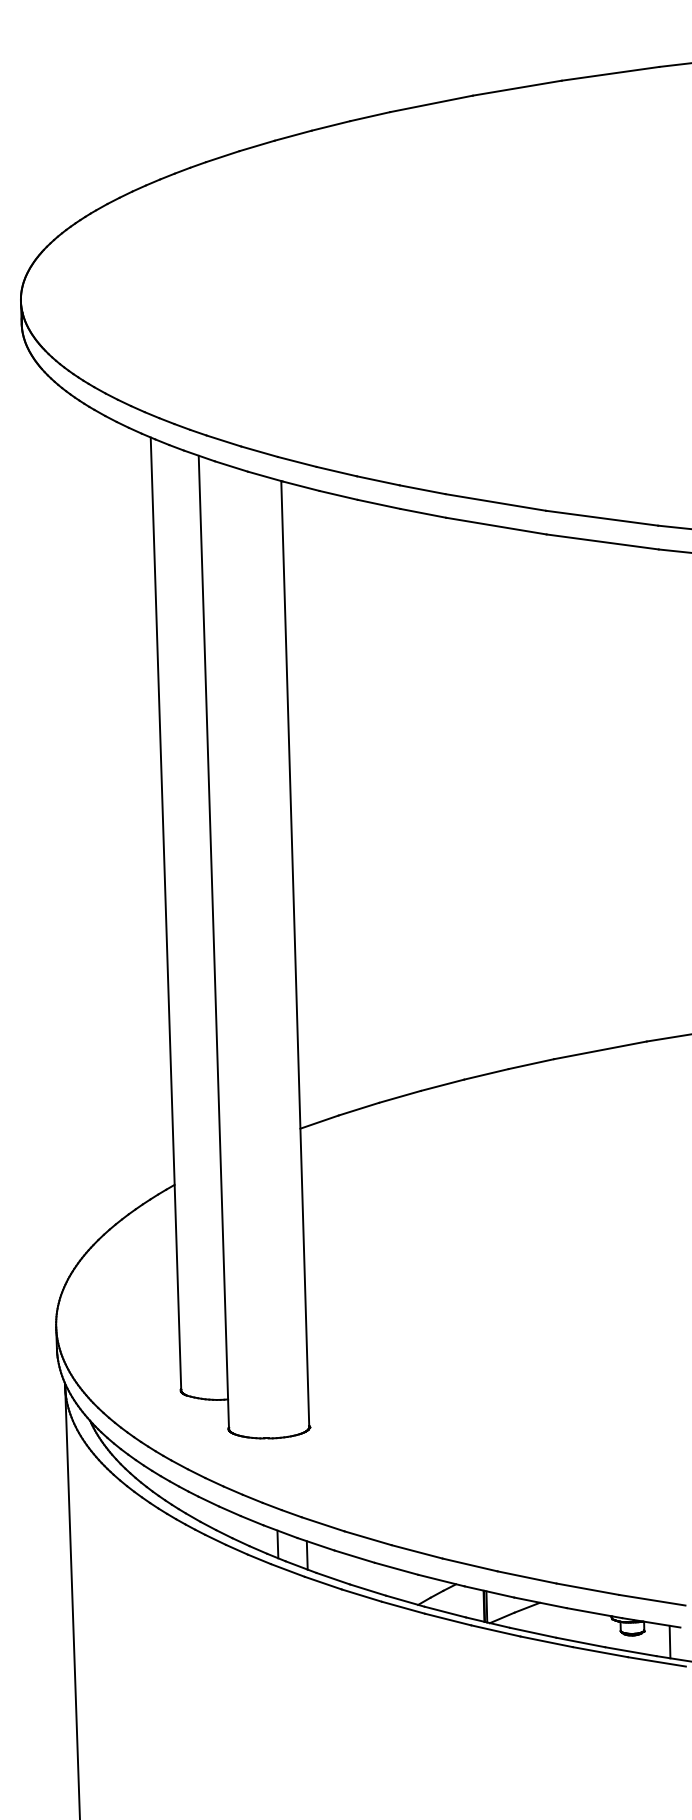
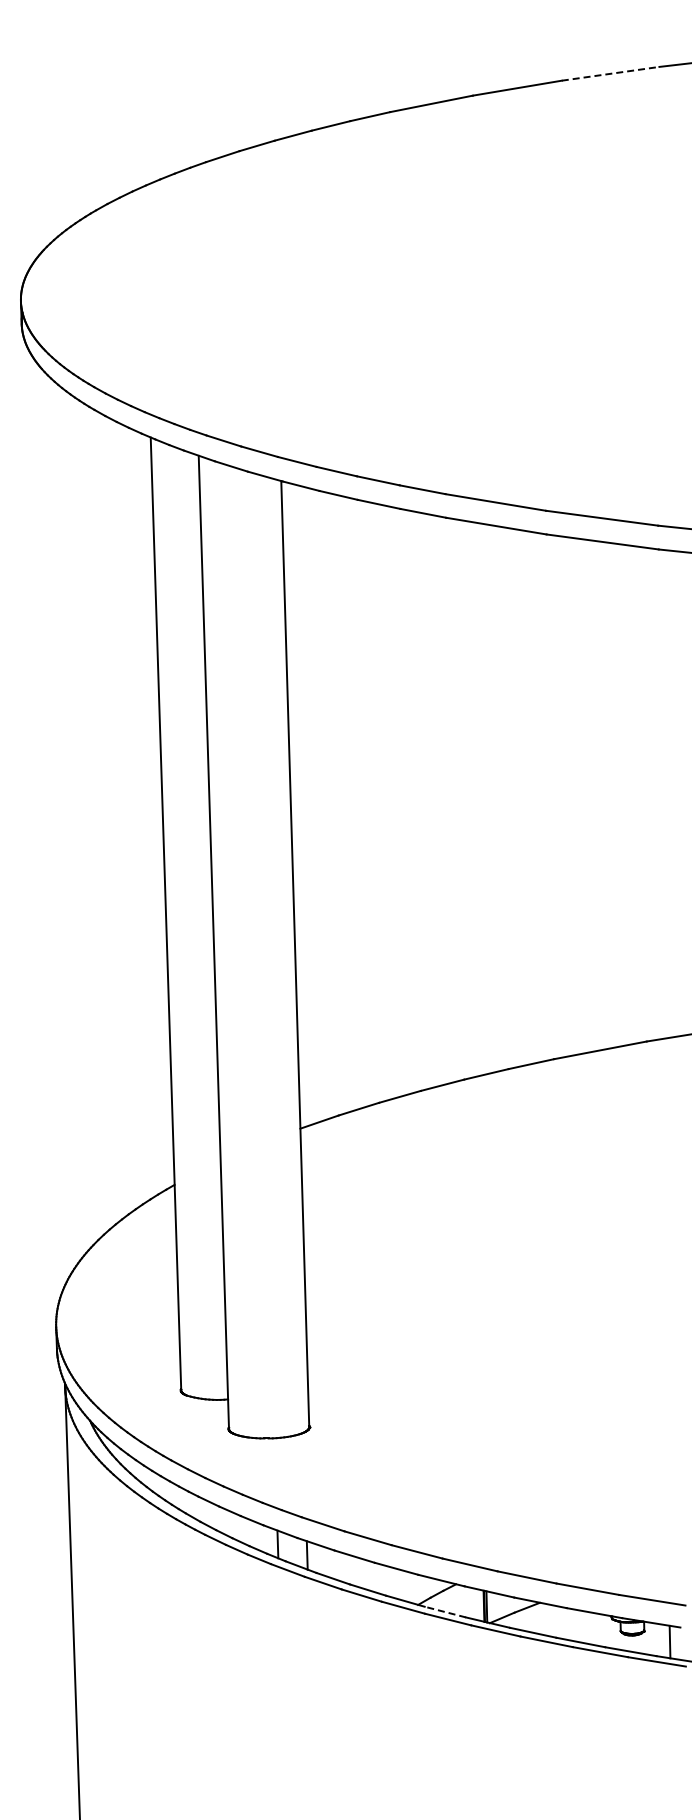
line at (611, 73): solid -> dashed
line at (444, 1611): solid -> dashed
